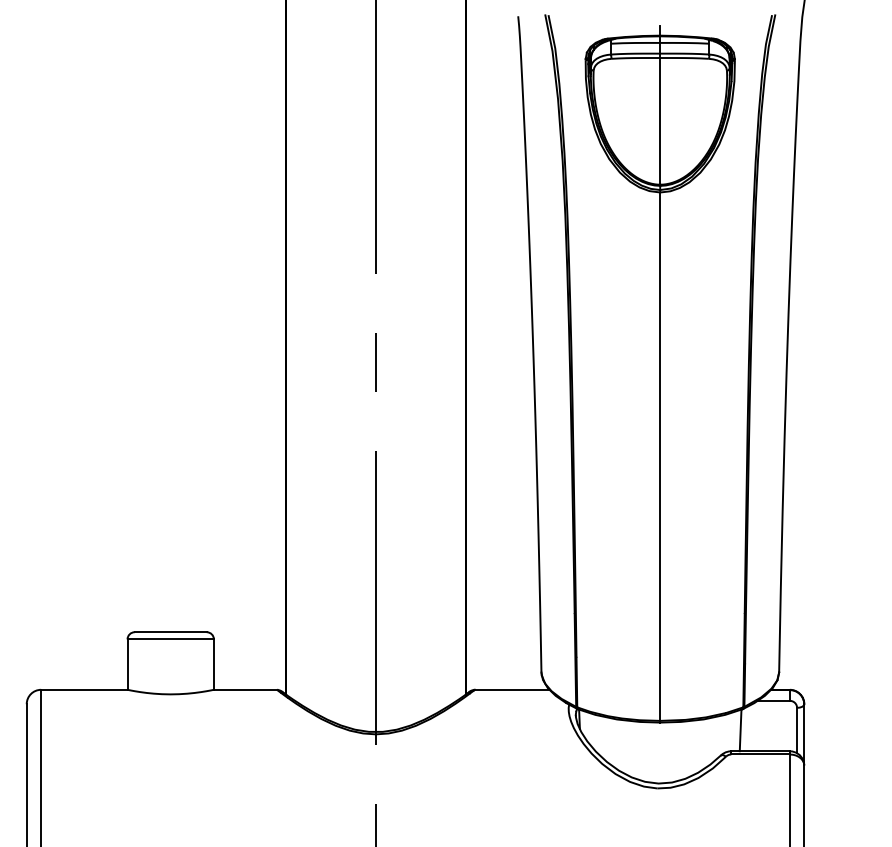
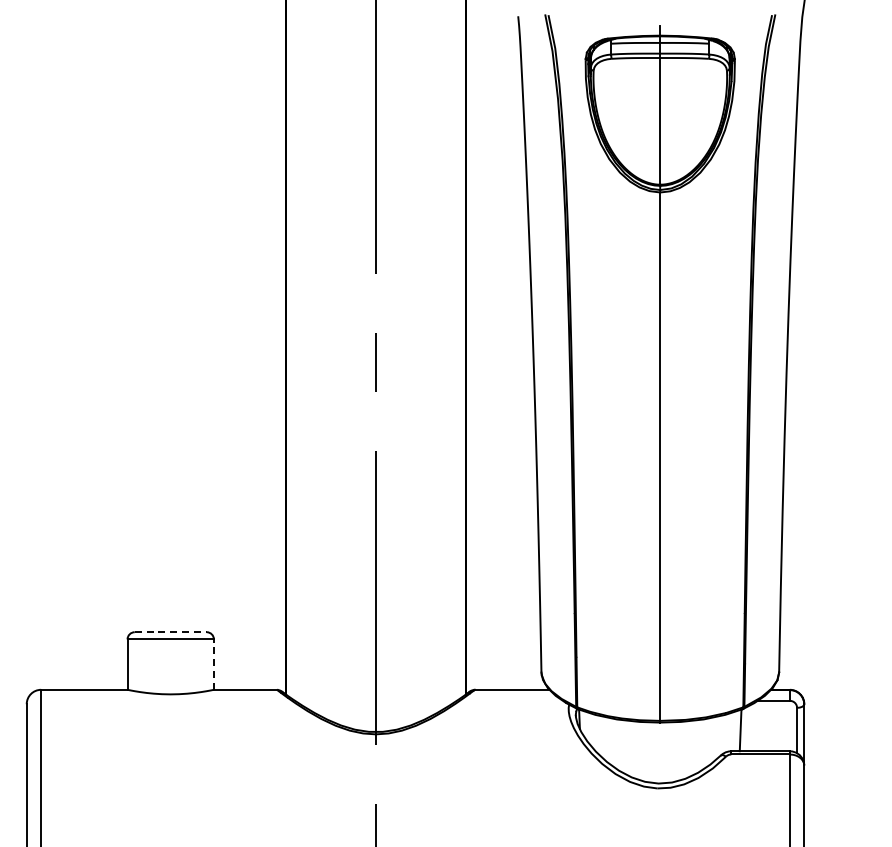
line at (170, 632): solid -> dashed
line at (213, 664): solid -> dashed
